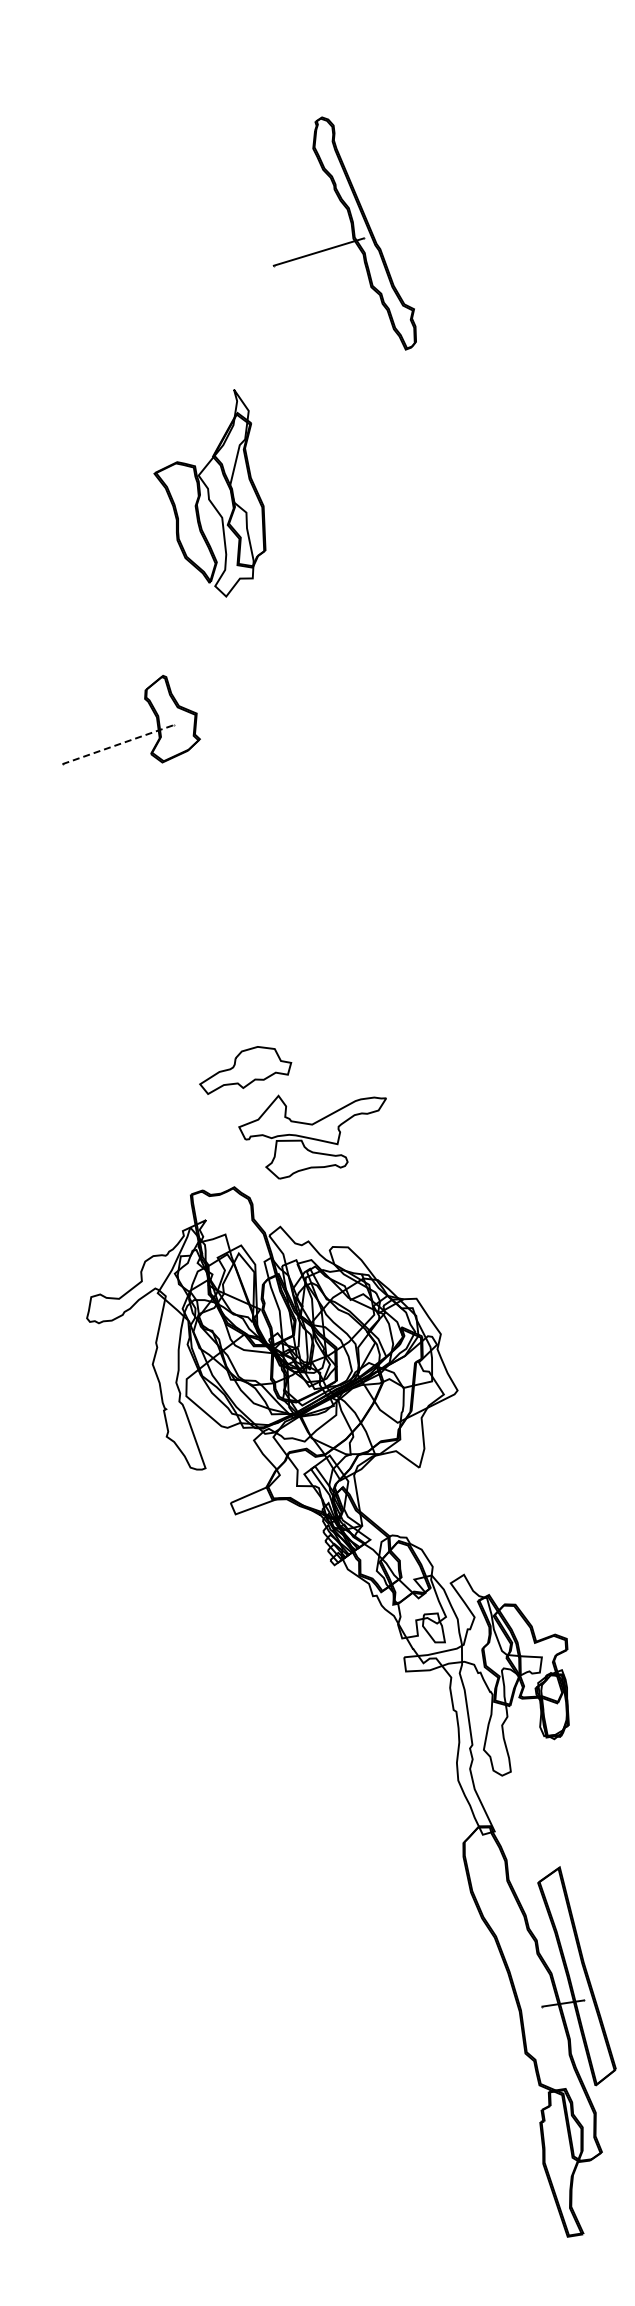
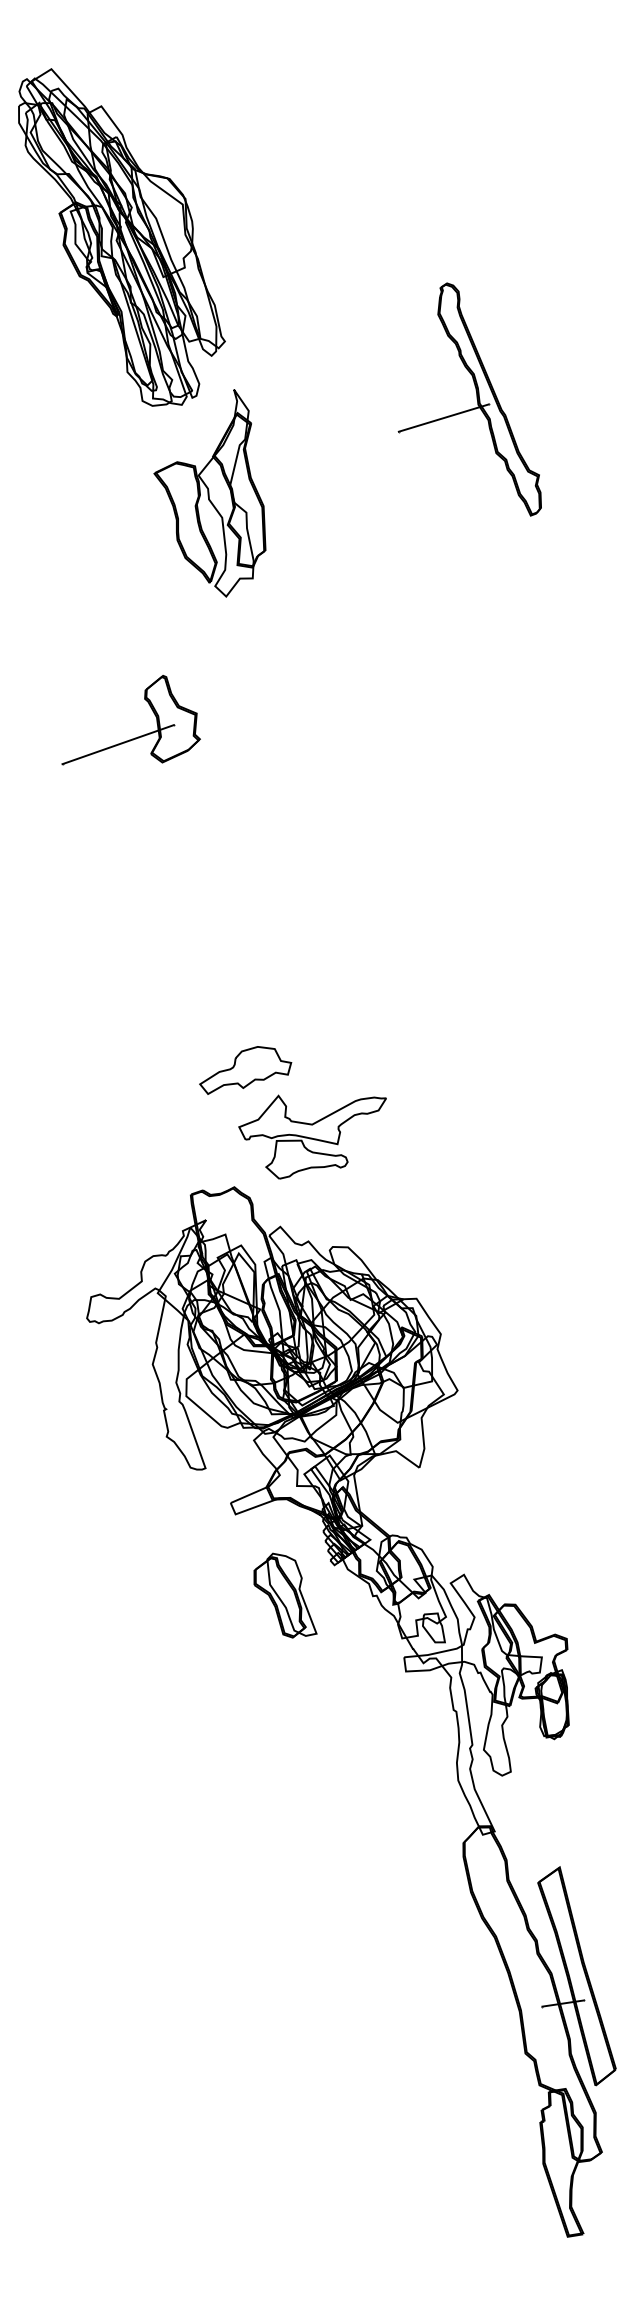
part at (351, 233) position: (351, 233) -> (476, 399)
part at (121, 237): none -> present
line at (118, 744): dashed -> solid
part at (285, 1595): none -> present
